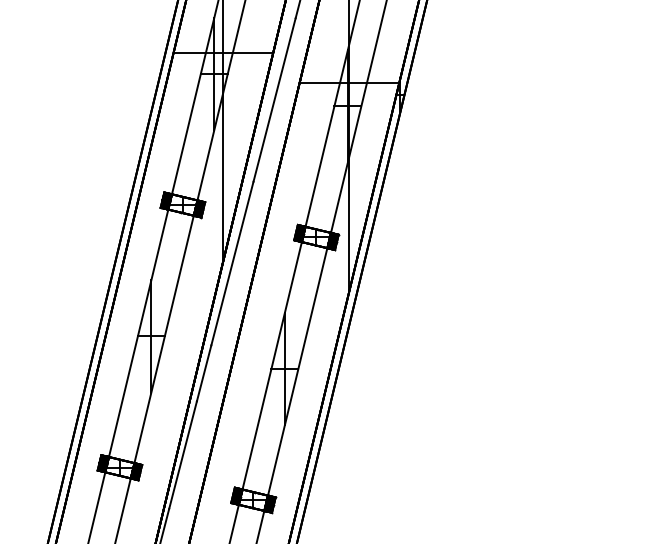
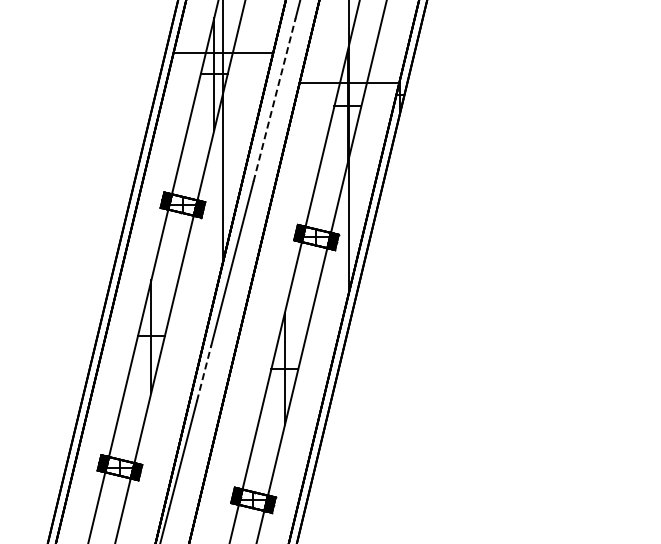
line at (274, 99): solid -> dashed
line at (204, 373): solid -> dashed
